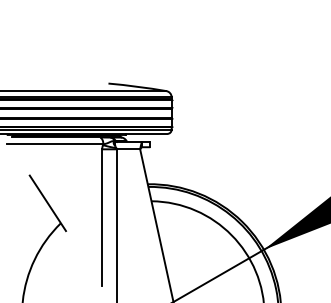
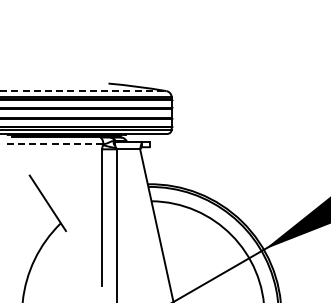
line at (83, 91): solid -> dashed
line at (54, 144): solid -> dashed
